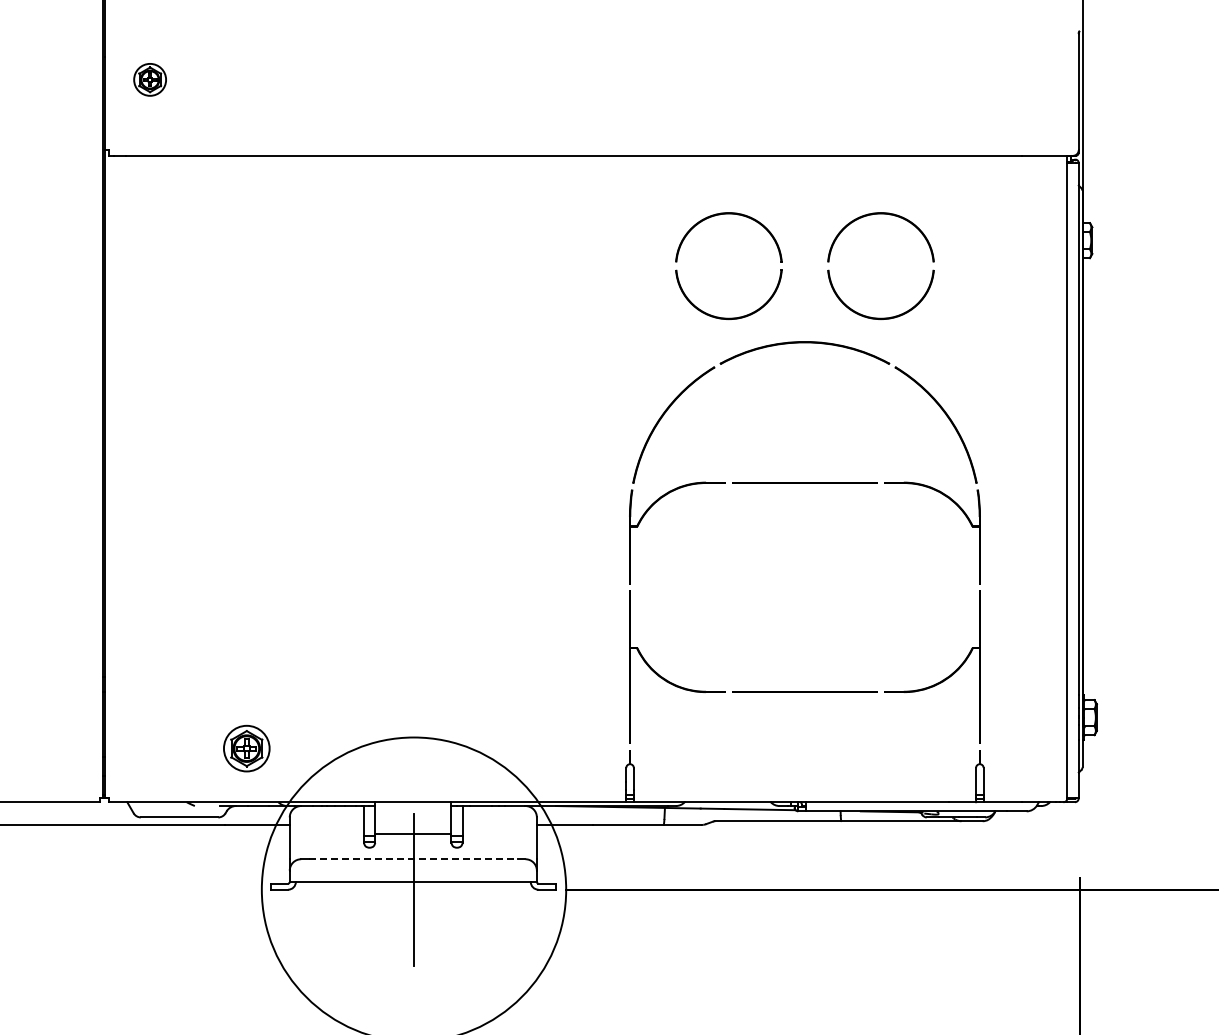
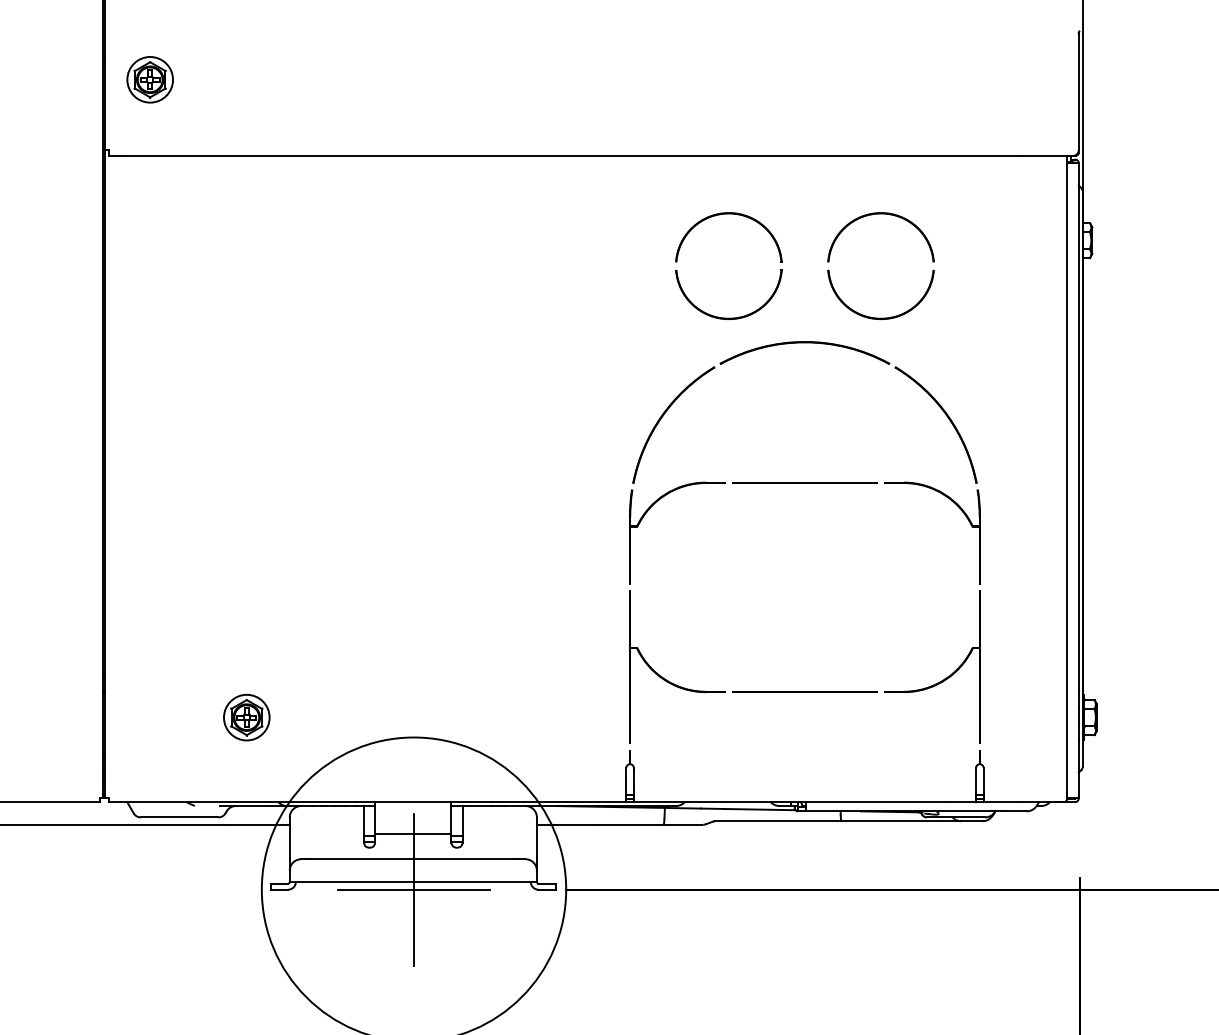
part at (149, 79) size: 34x34 px -> 48x48 px
part at (246, 748) position: (246, 748) -> (246, 717)
line at (413, 859): dashed -> solid
line at (413, 889): none -> present
